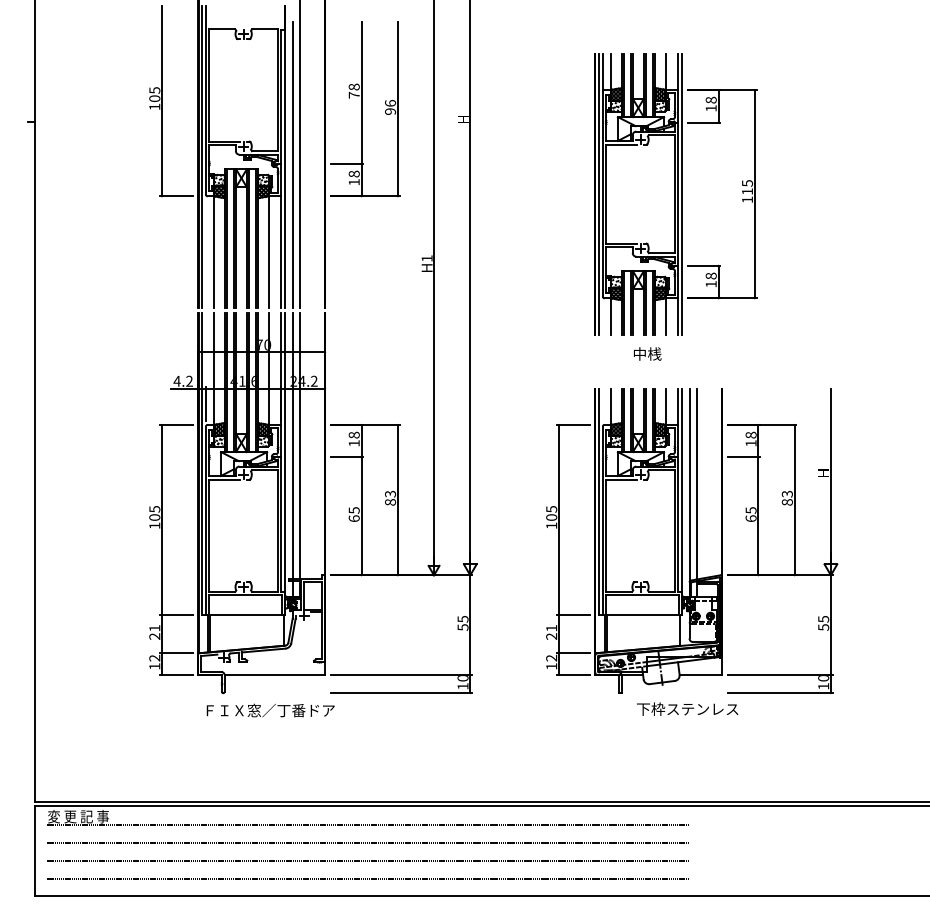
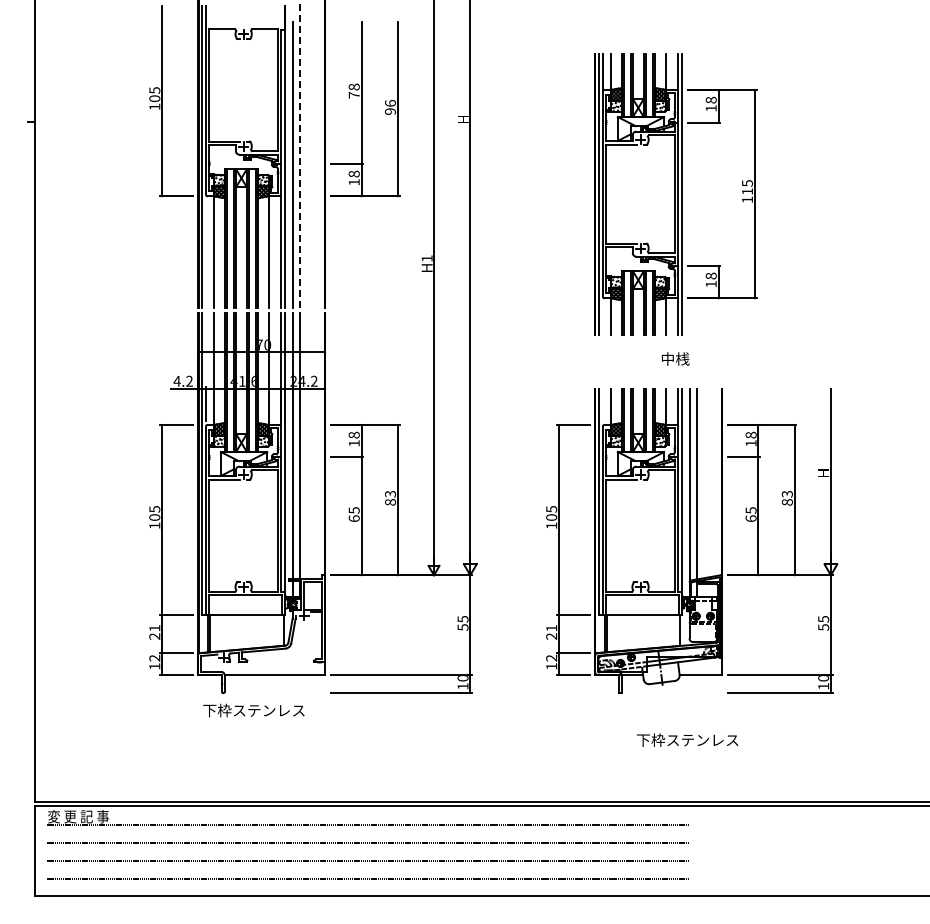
line at (299, 154): solid -> dashed
text at (647, 353) position: (647, 353) -> (675, 358)
text at (687, 708) position: (687, 708) -> (687, 739)
text at (268, 710): ＦＩＸ窓／丁番ドア -> 下枠ステンレス
